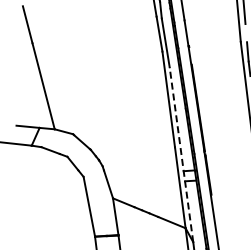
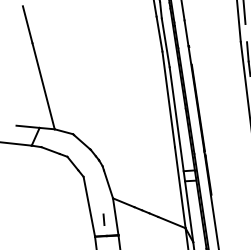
line at (181, 154): dashed -> solid
line at (103, 219): none -> present
